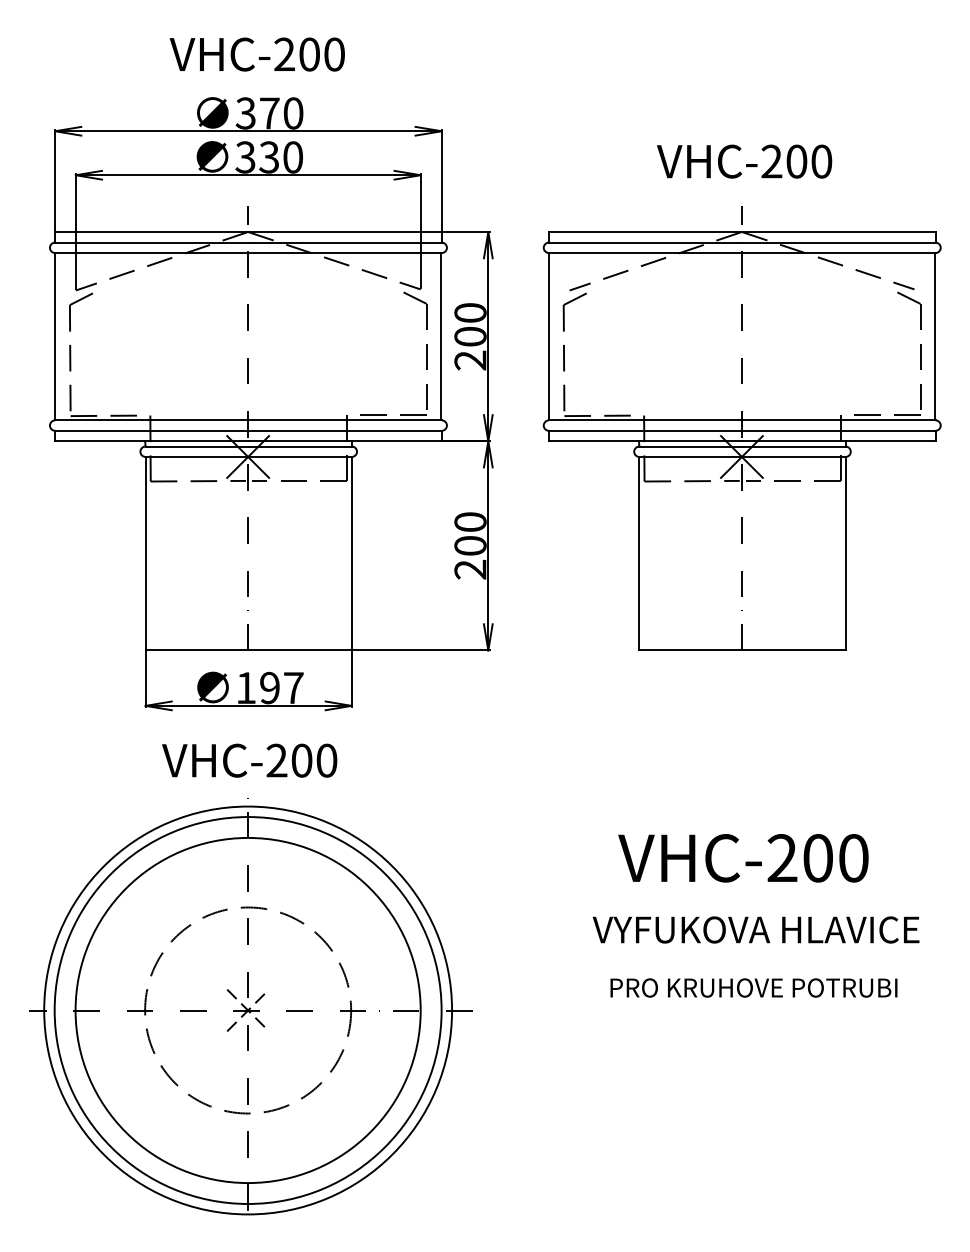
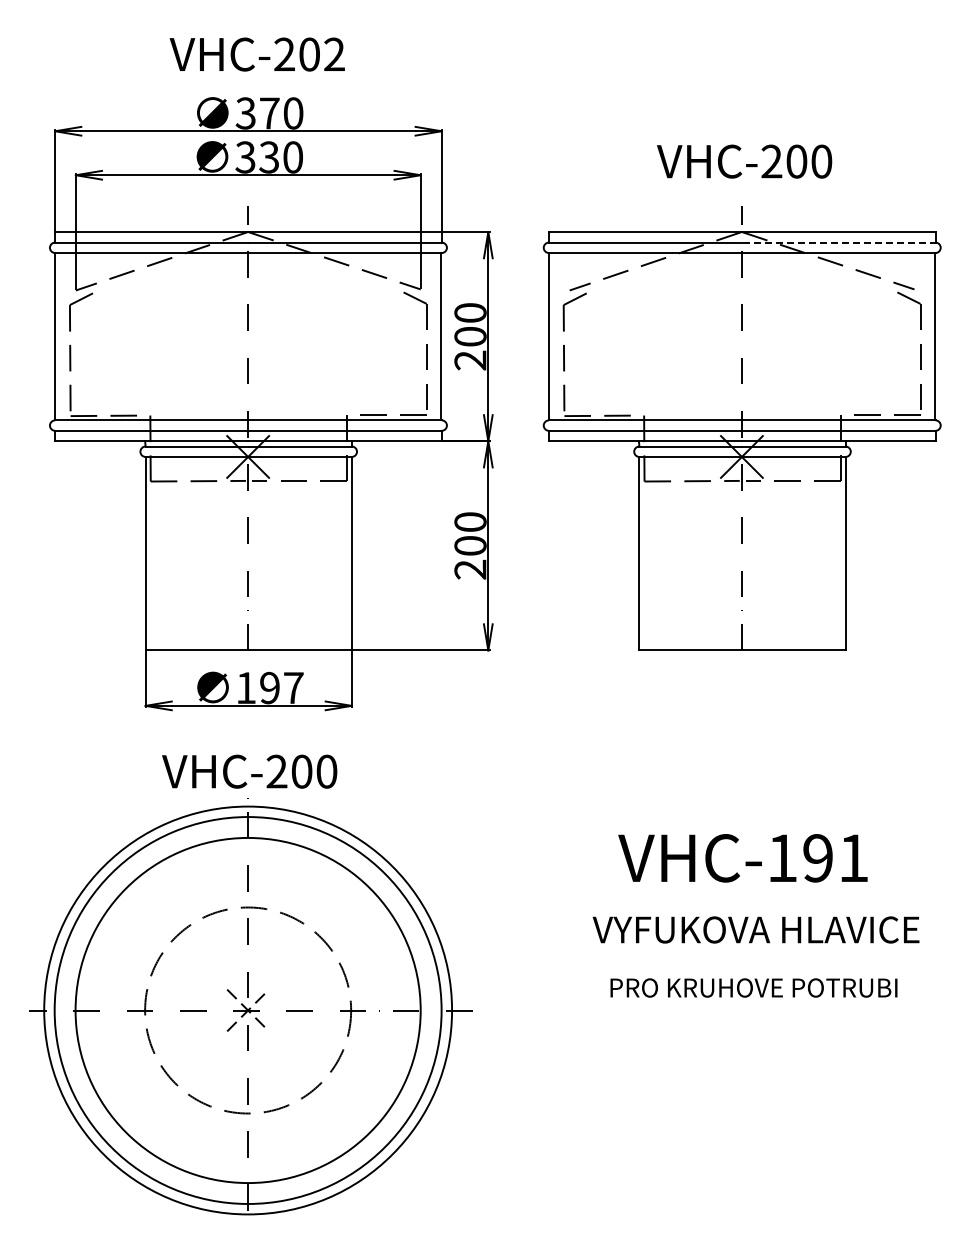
text at (334, 54): VHC-200 -> VHC-202
line at (839, 242): solid -> dashed
text at (249, 760) position: (249, 760) -> (249, 771)
text at (817, 858): VHC-200 -> VHC-191
